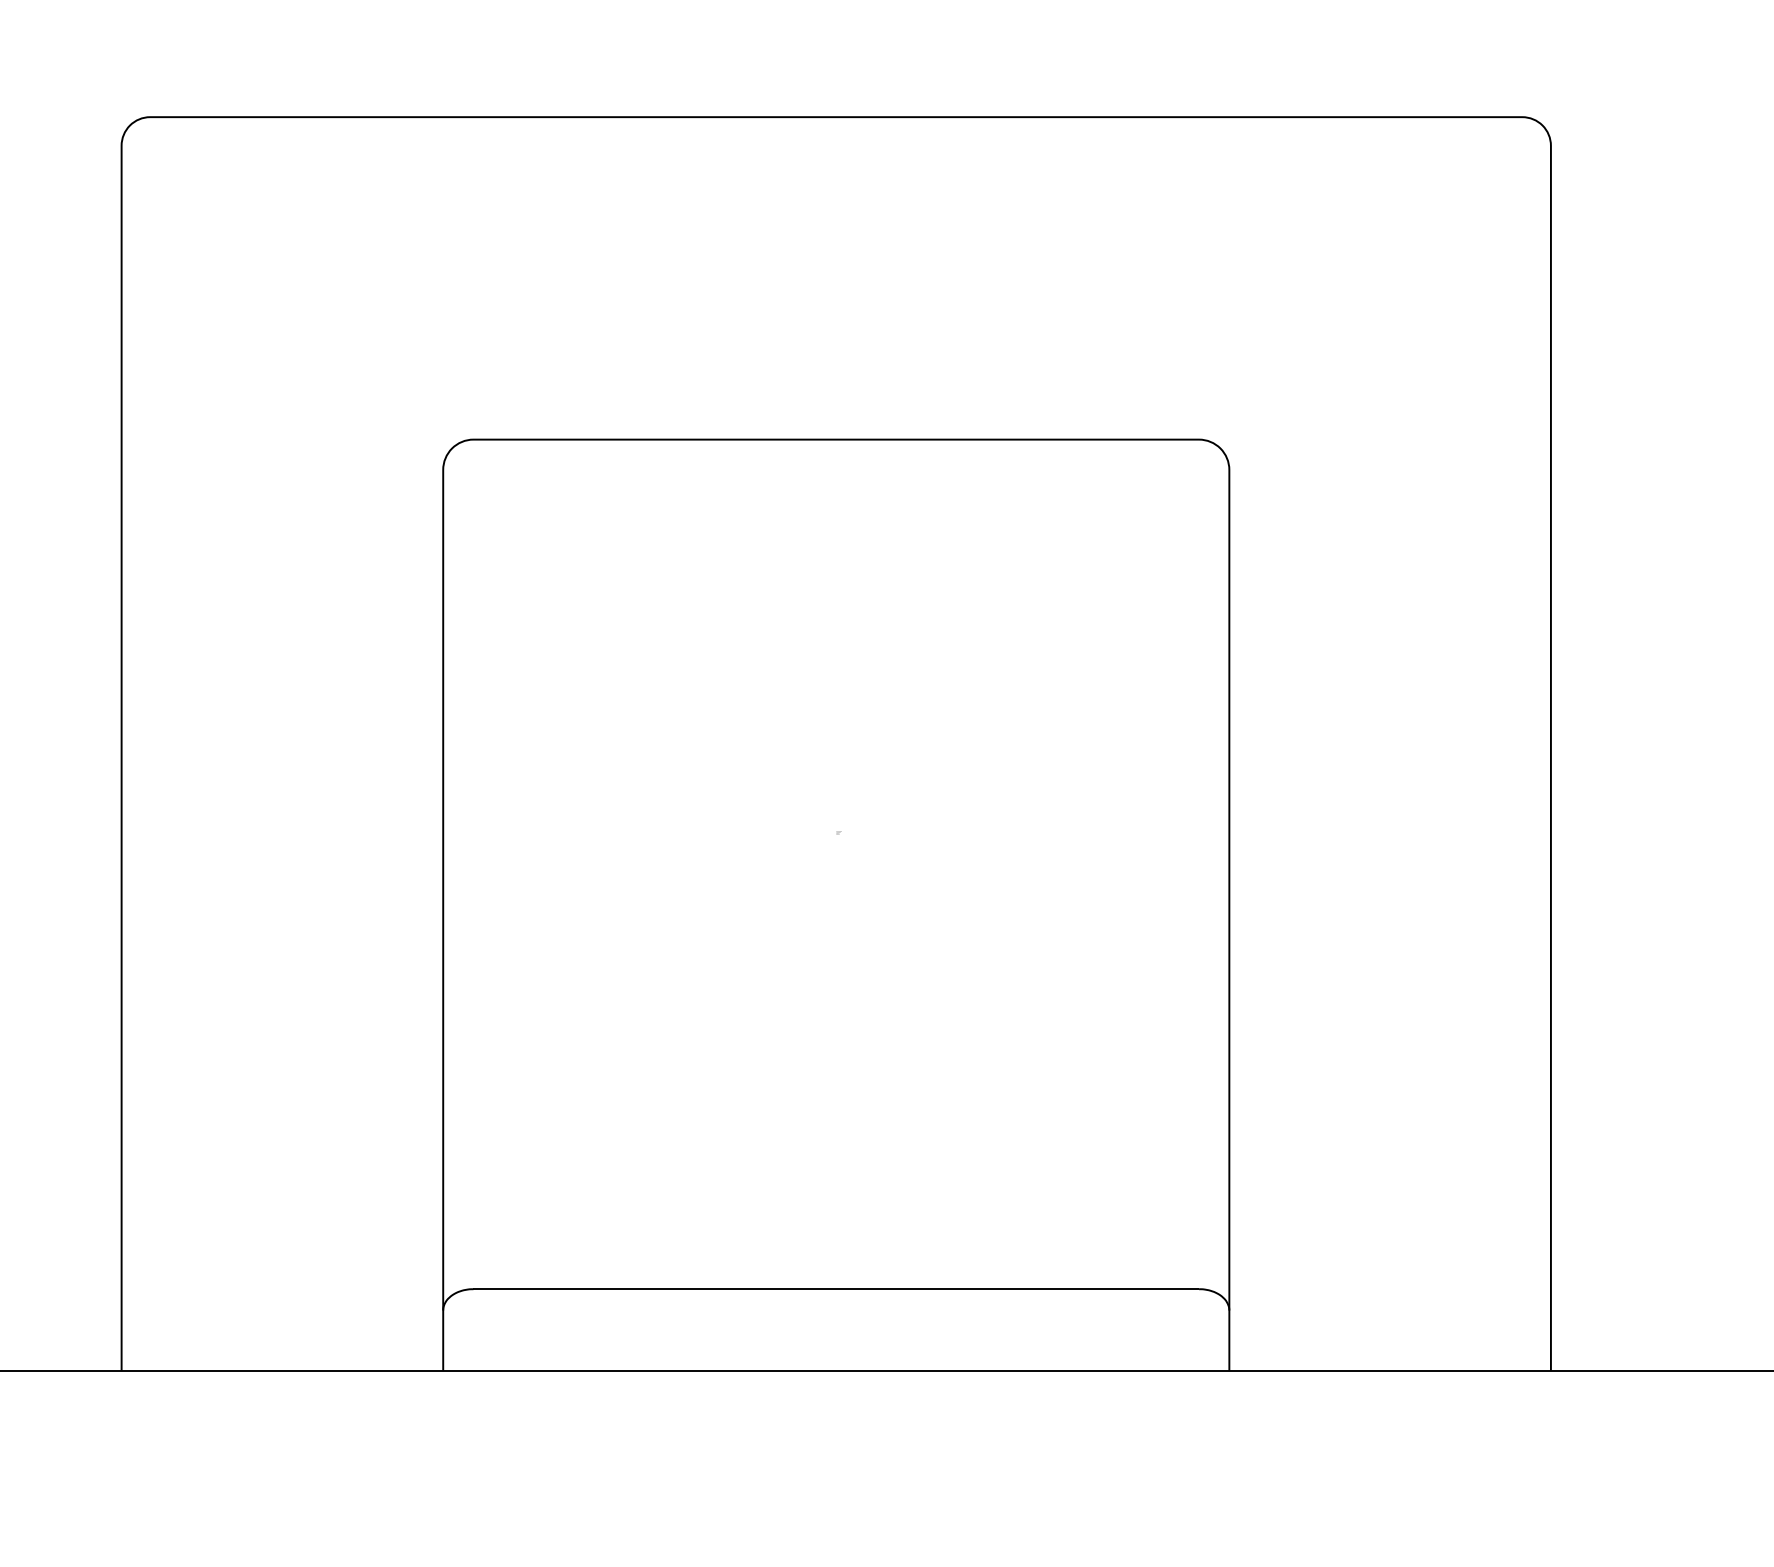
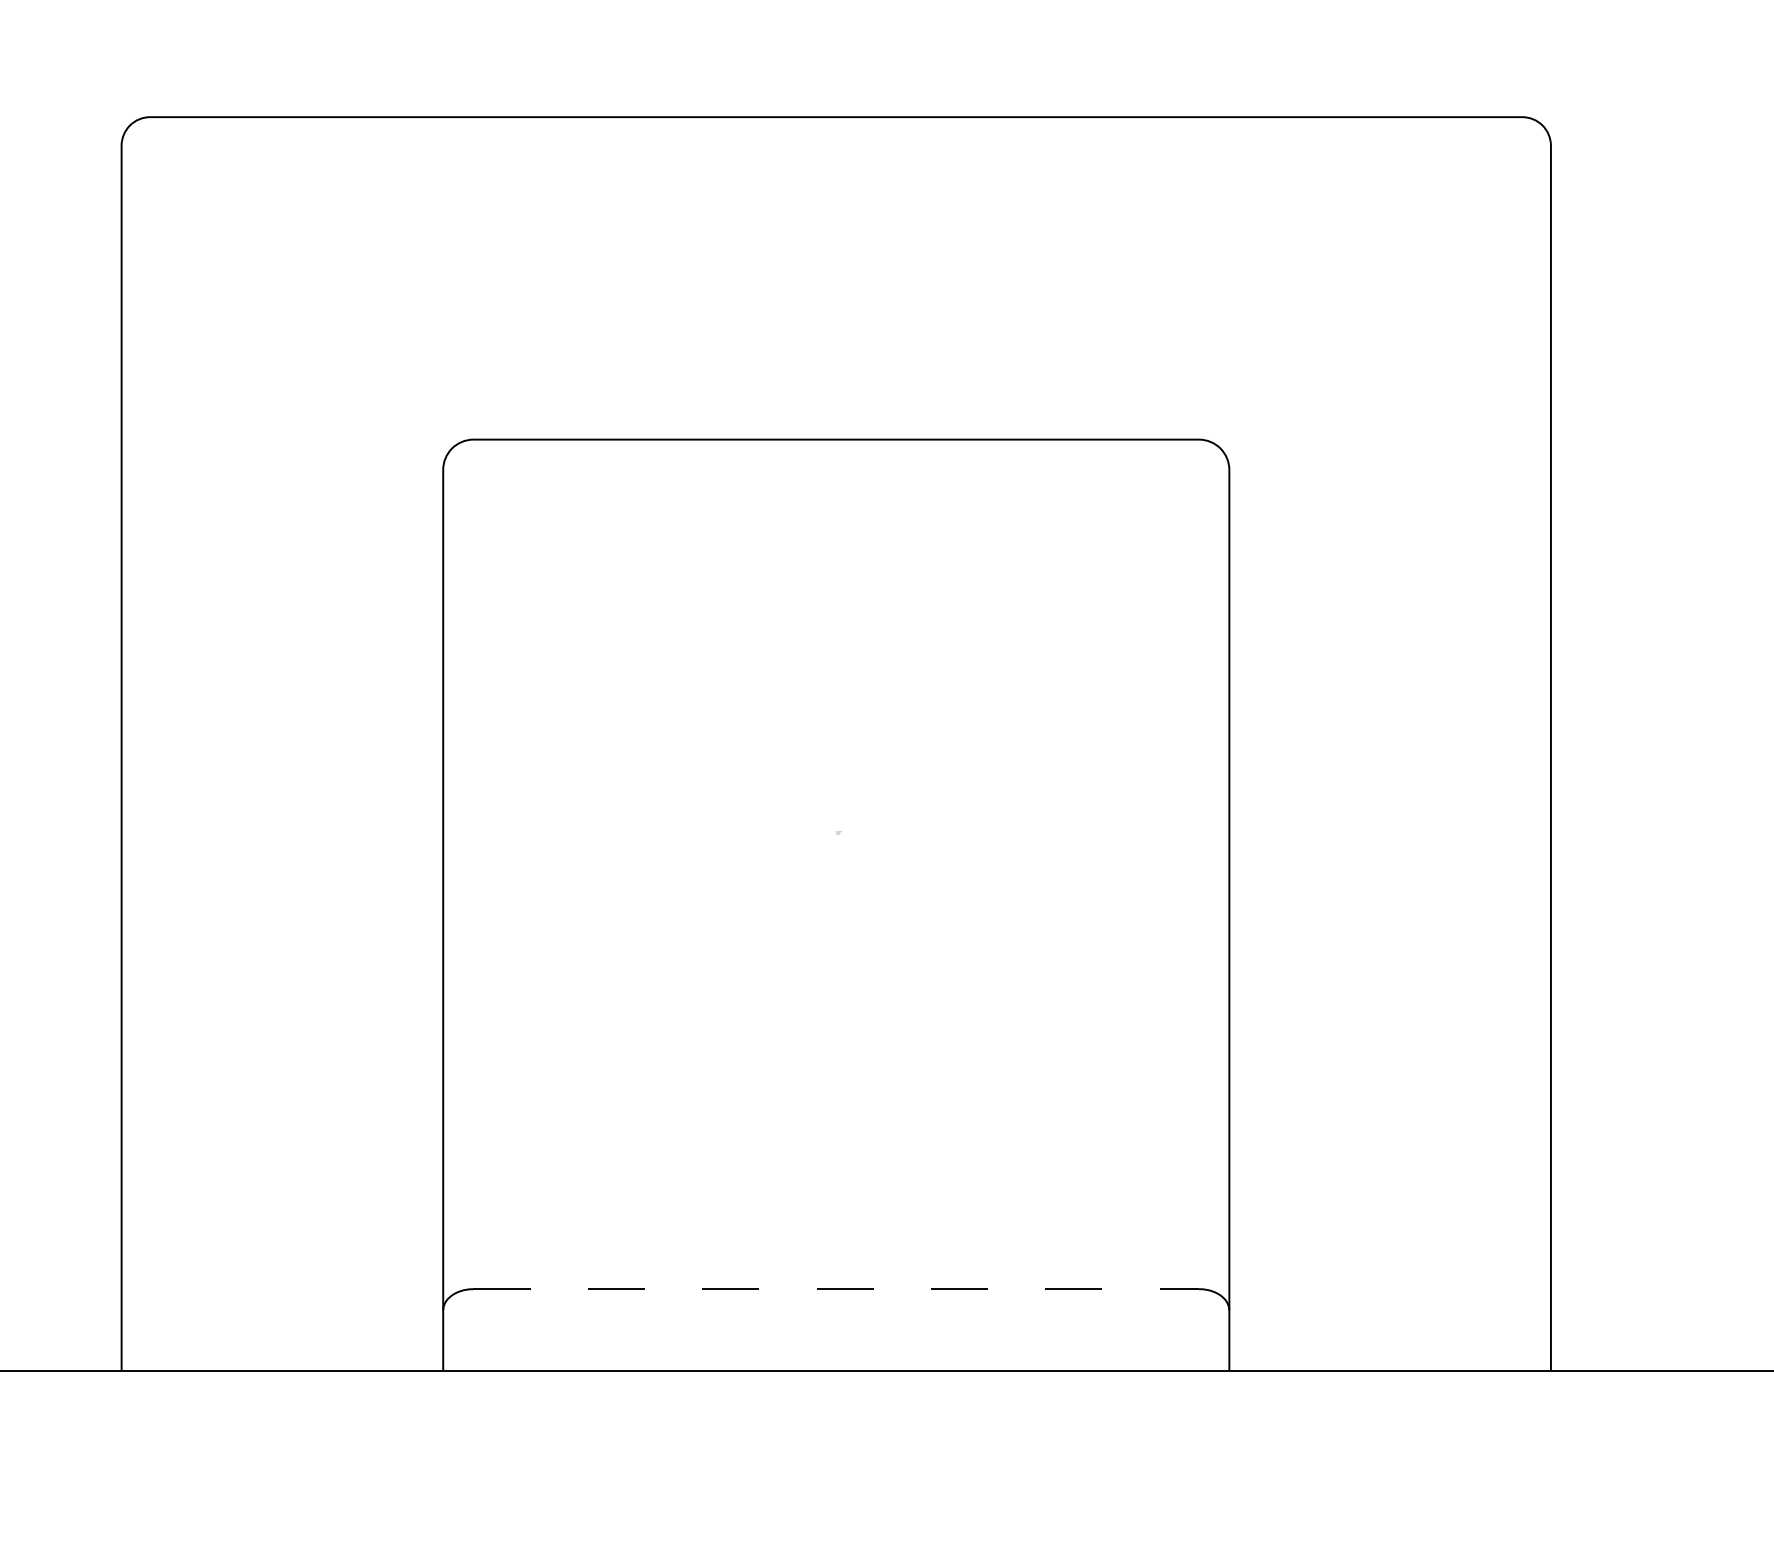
line at (836, 1289): solid -> dashed
